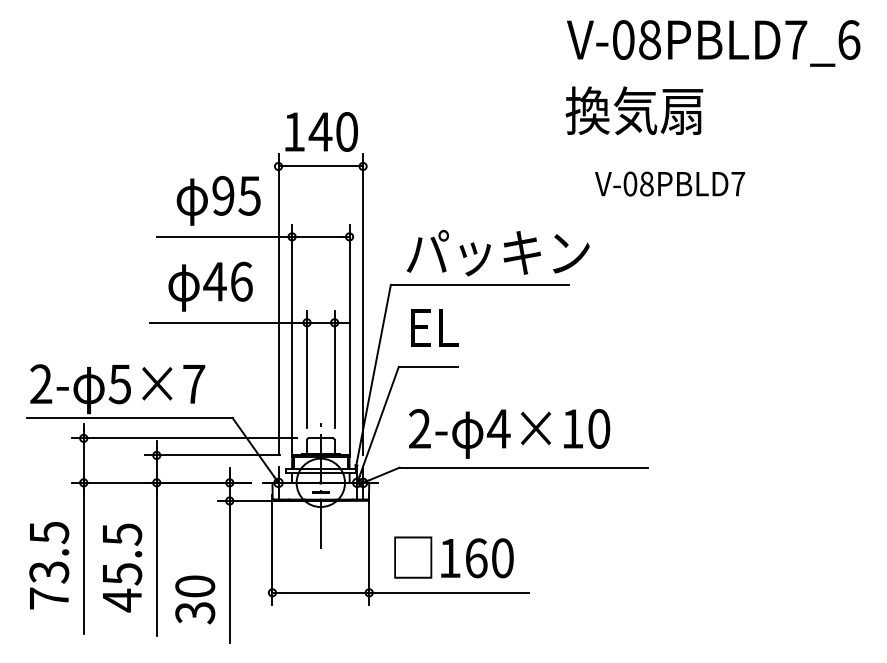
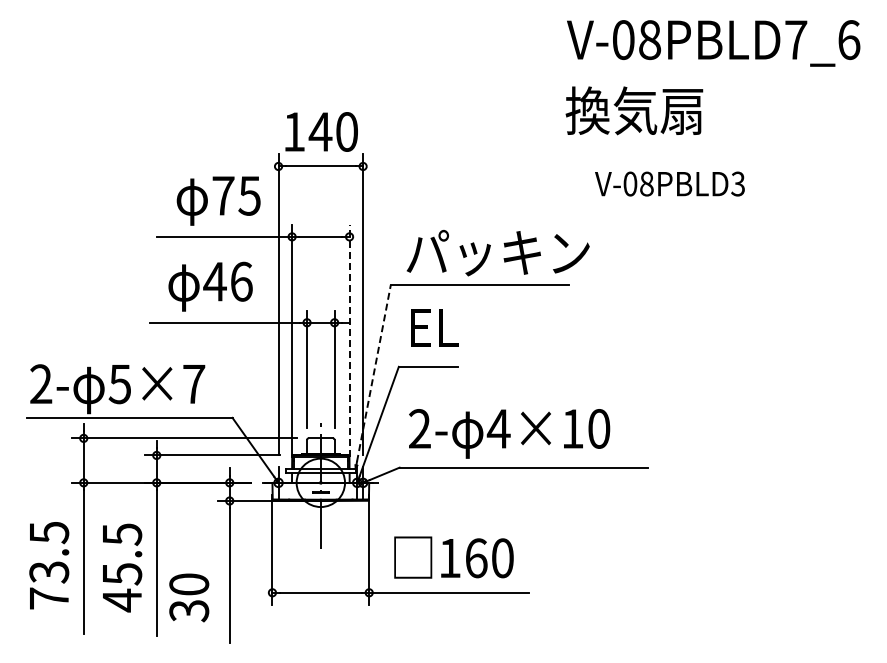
text at (738, 183): V-08PBLD7 -> V-08PBLD3
text at (223, 195): 95 -> 75
line at (349, 340): solid -> dashed
line at (374, 372): solid -> dashed
text at (195, 599) position: (195, 599) -> (189, 597)
